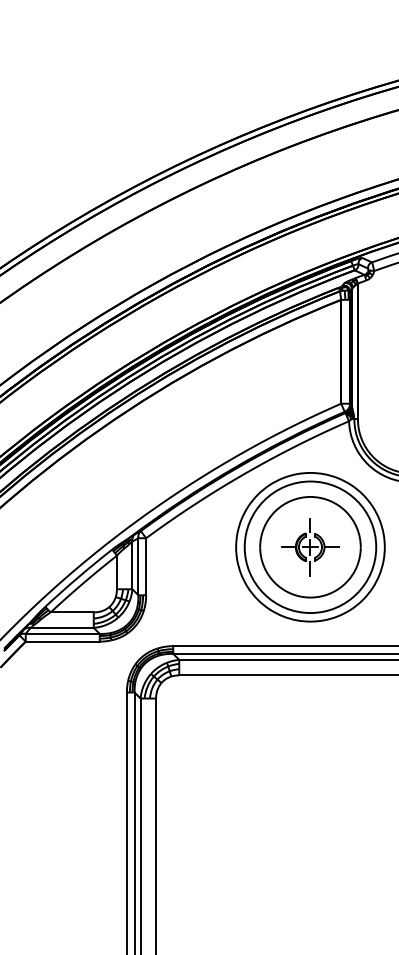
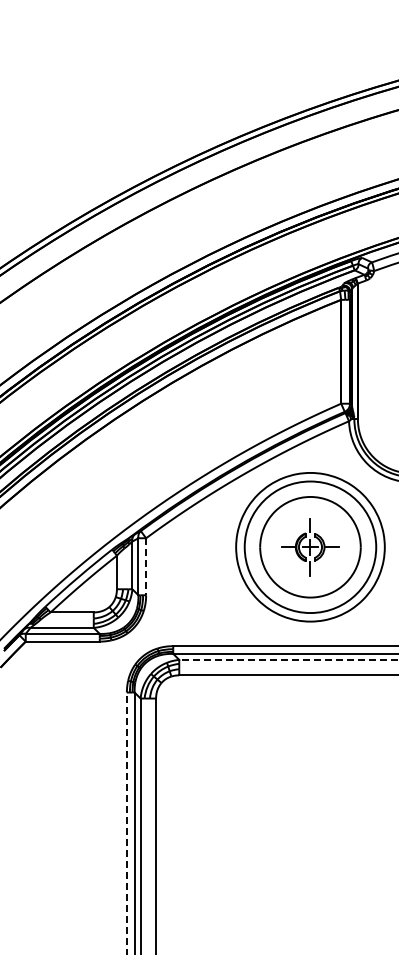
line at (146, 566): solid -> dashed
line at (289, 659): solid -> dashed
line at (126, 823): solid -> dashed
